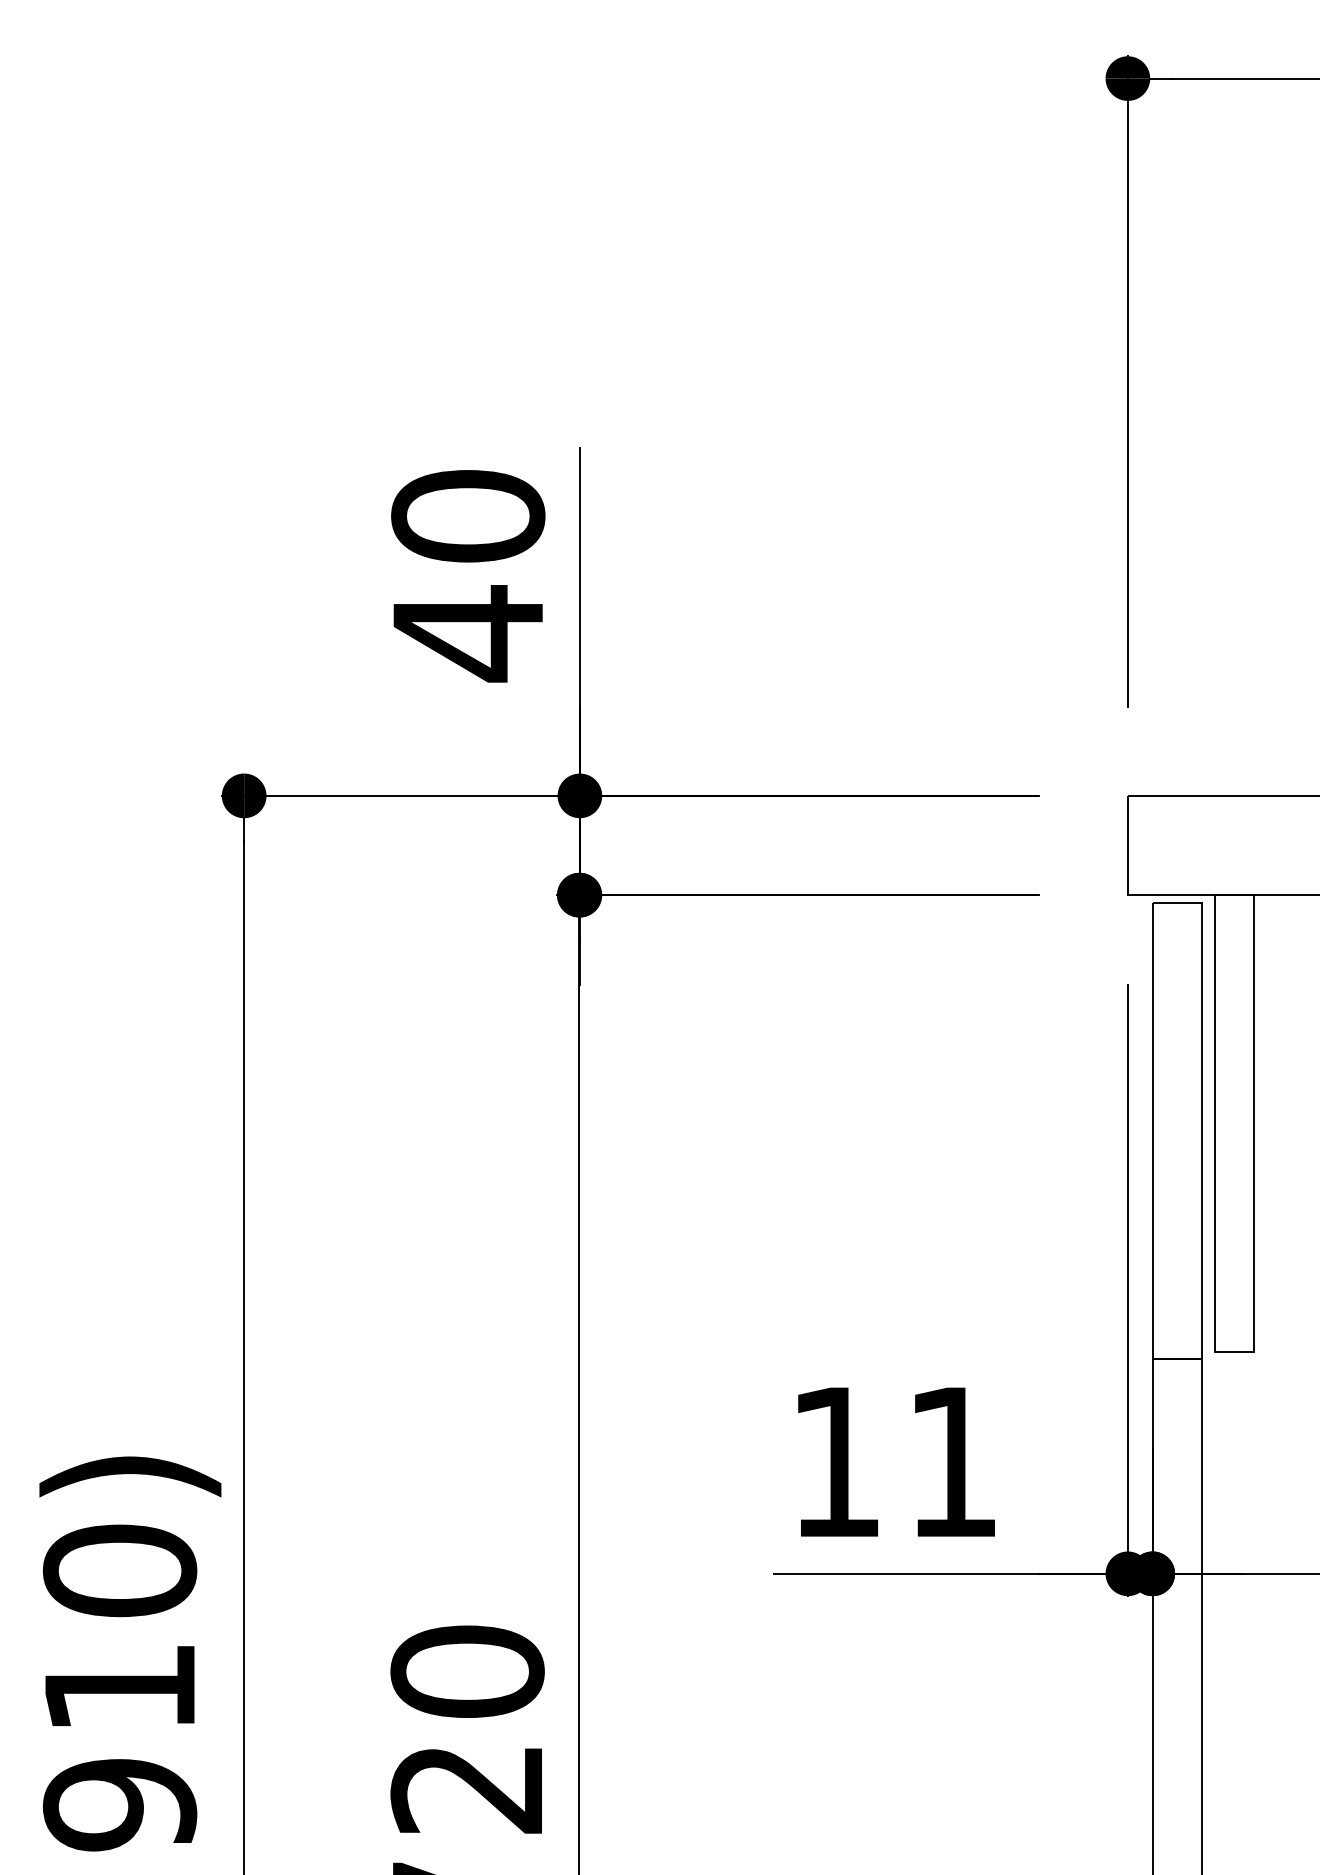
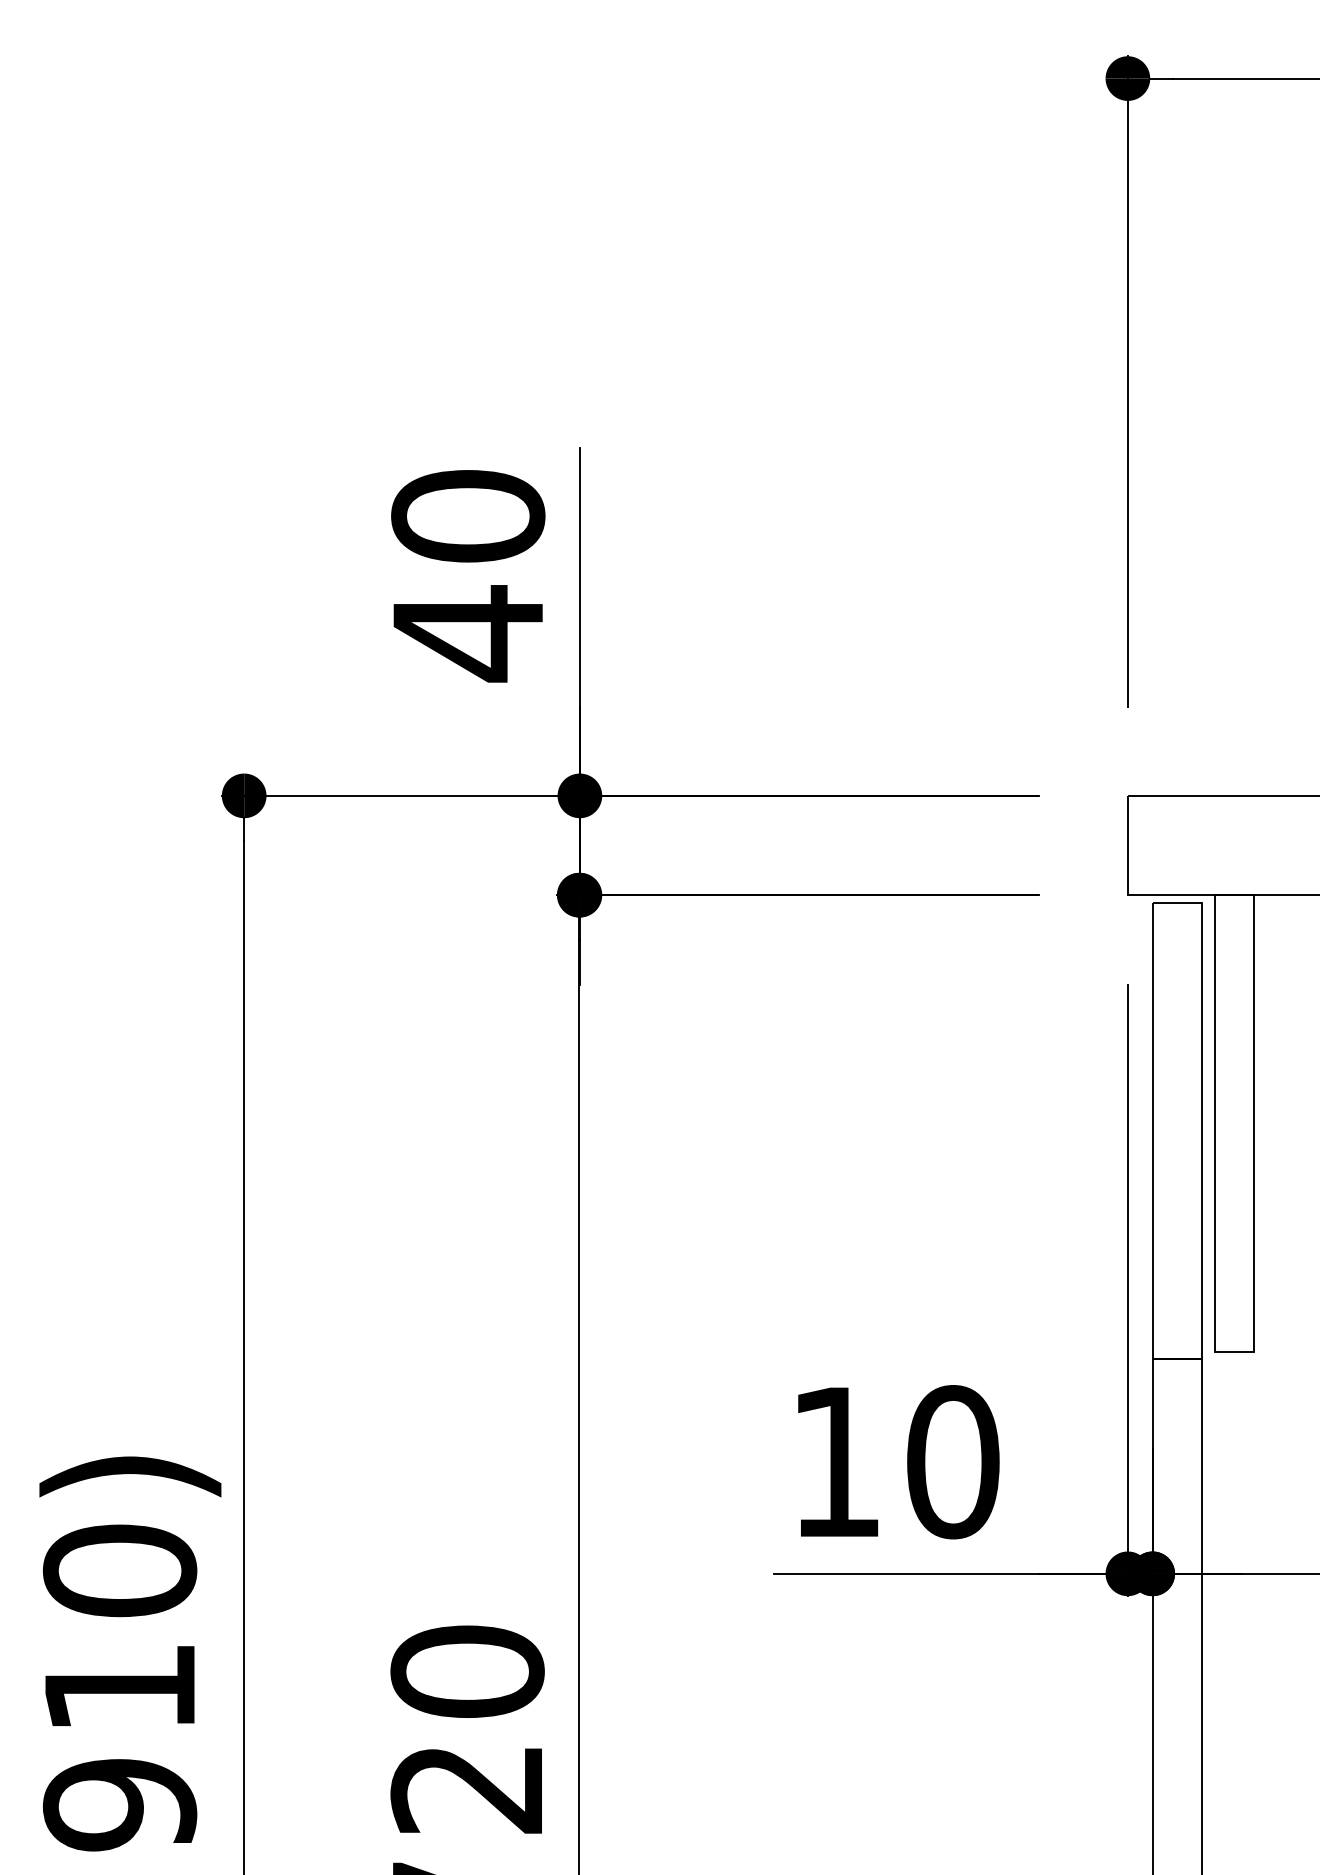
text at (953, 1462): 11 -> 10
